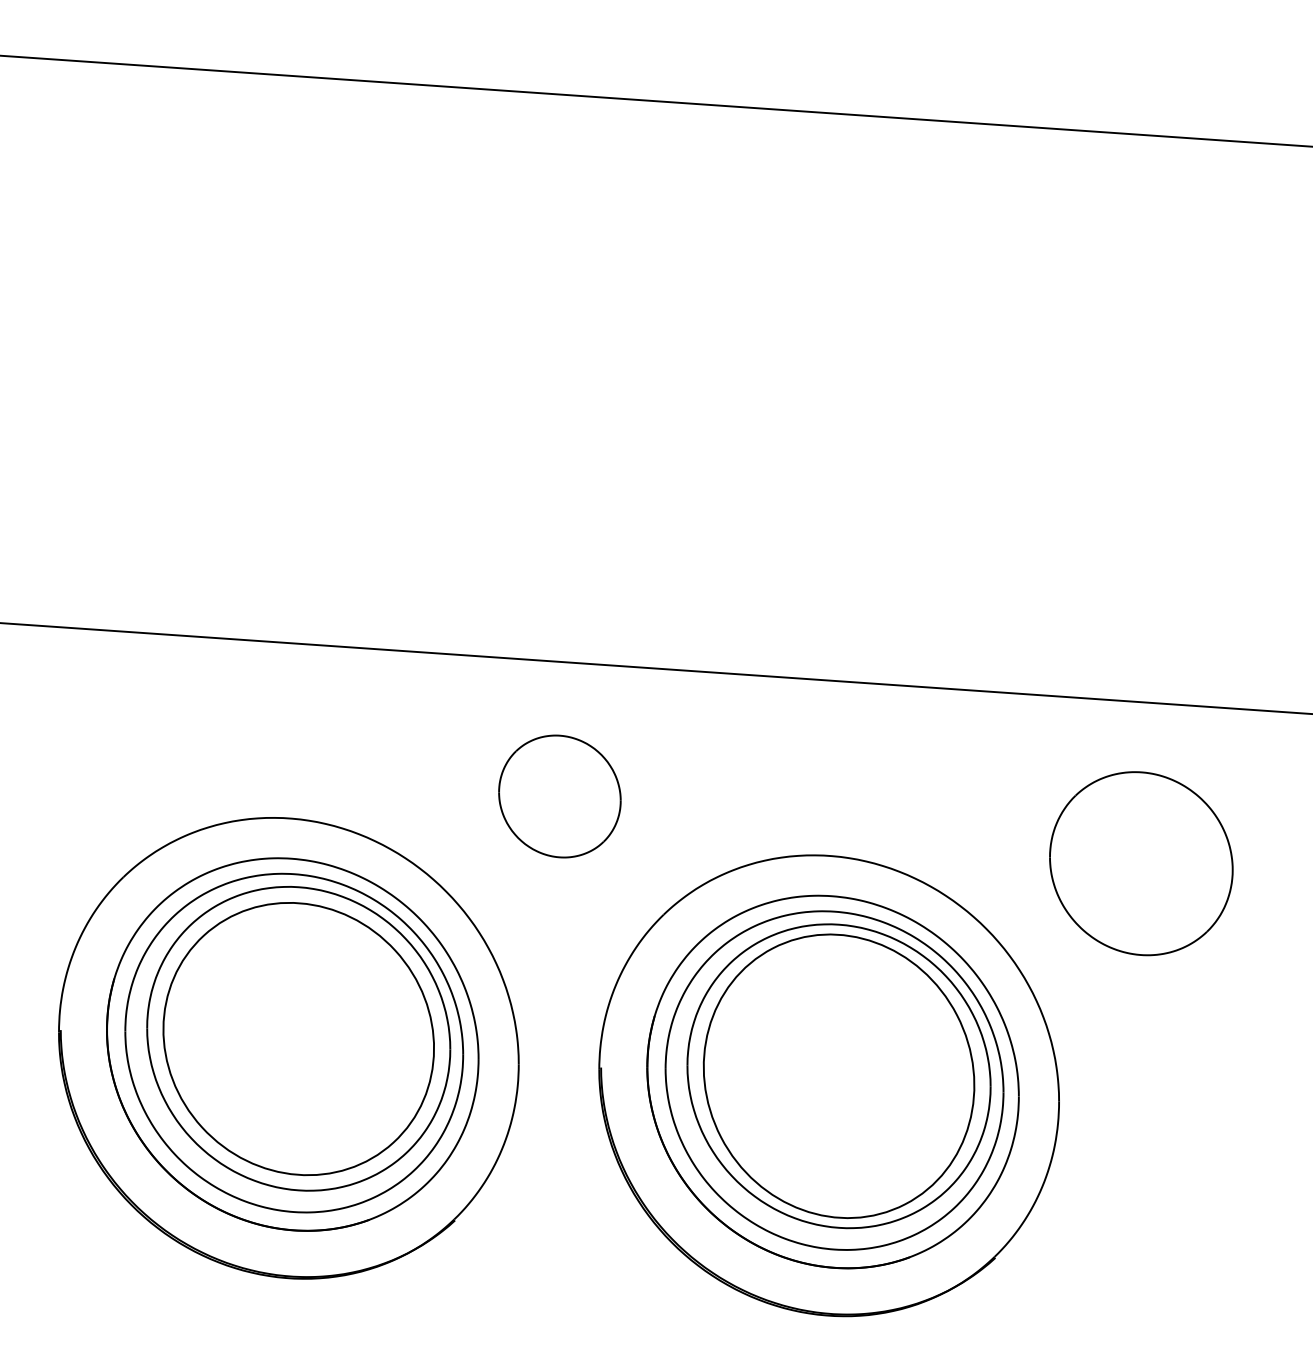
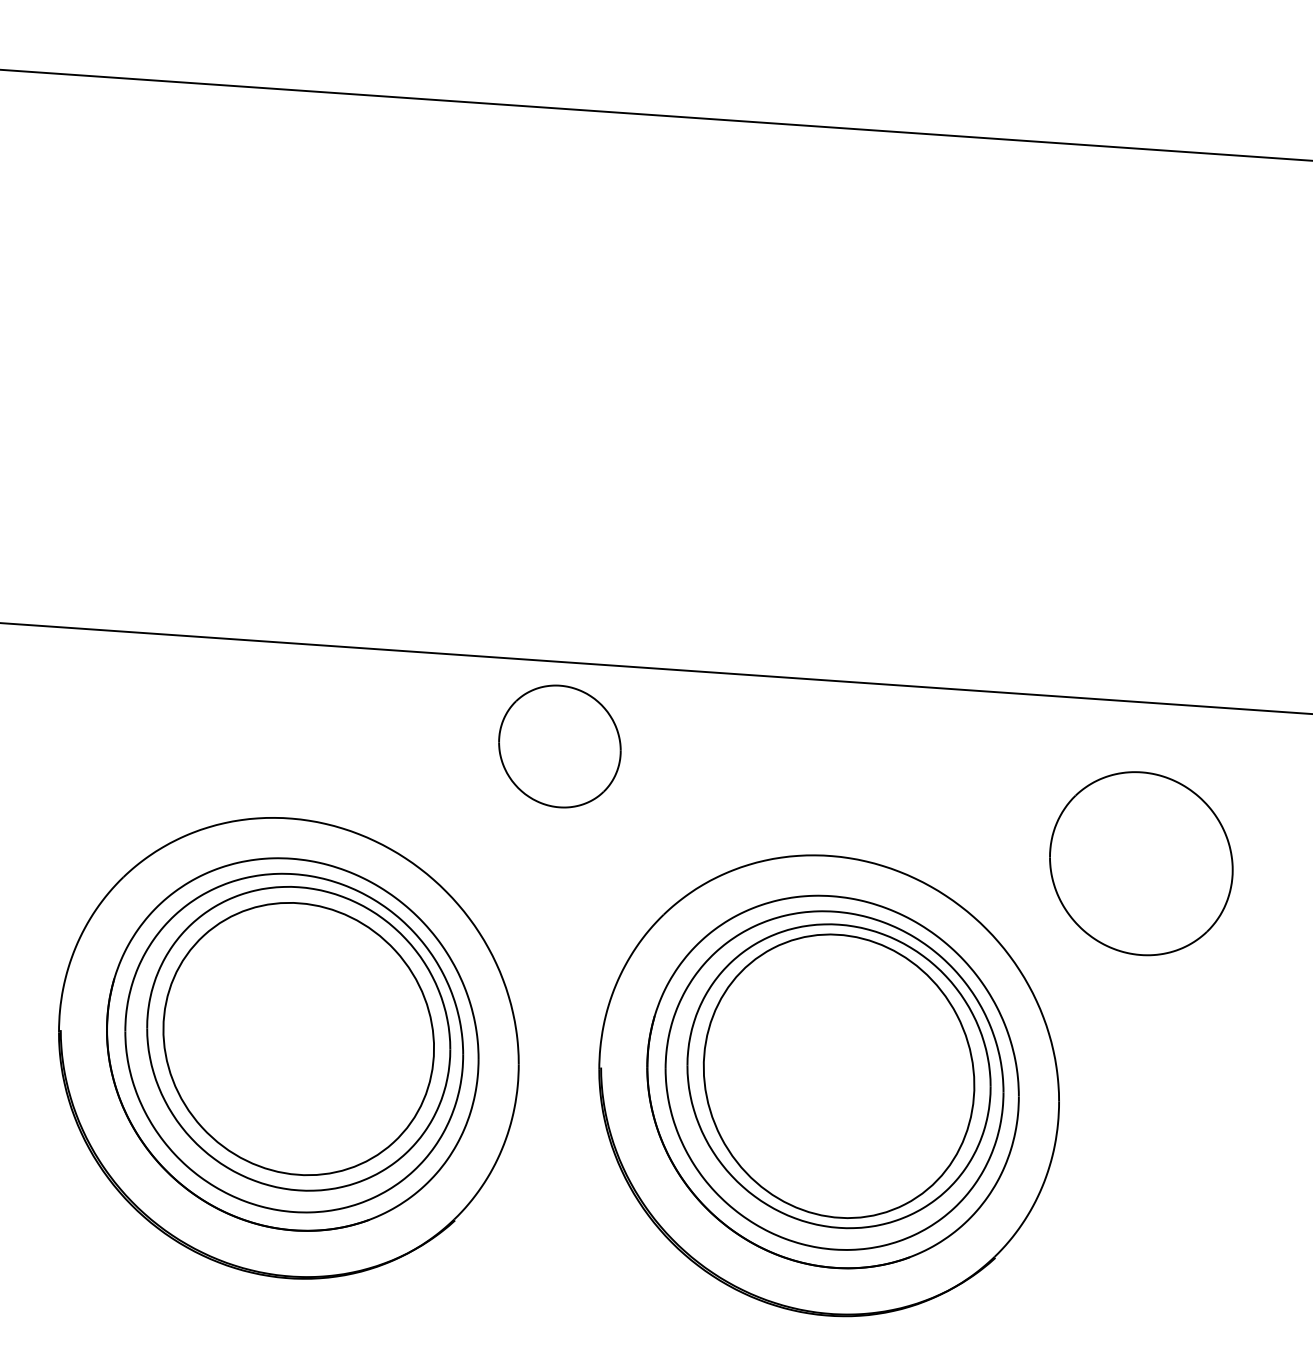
line at (655, 100) position: (655, 100) -> (655, 114)
part at (559, 796) position: (559, 796) -> (559, 746)
